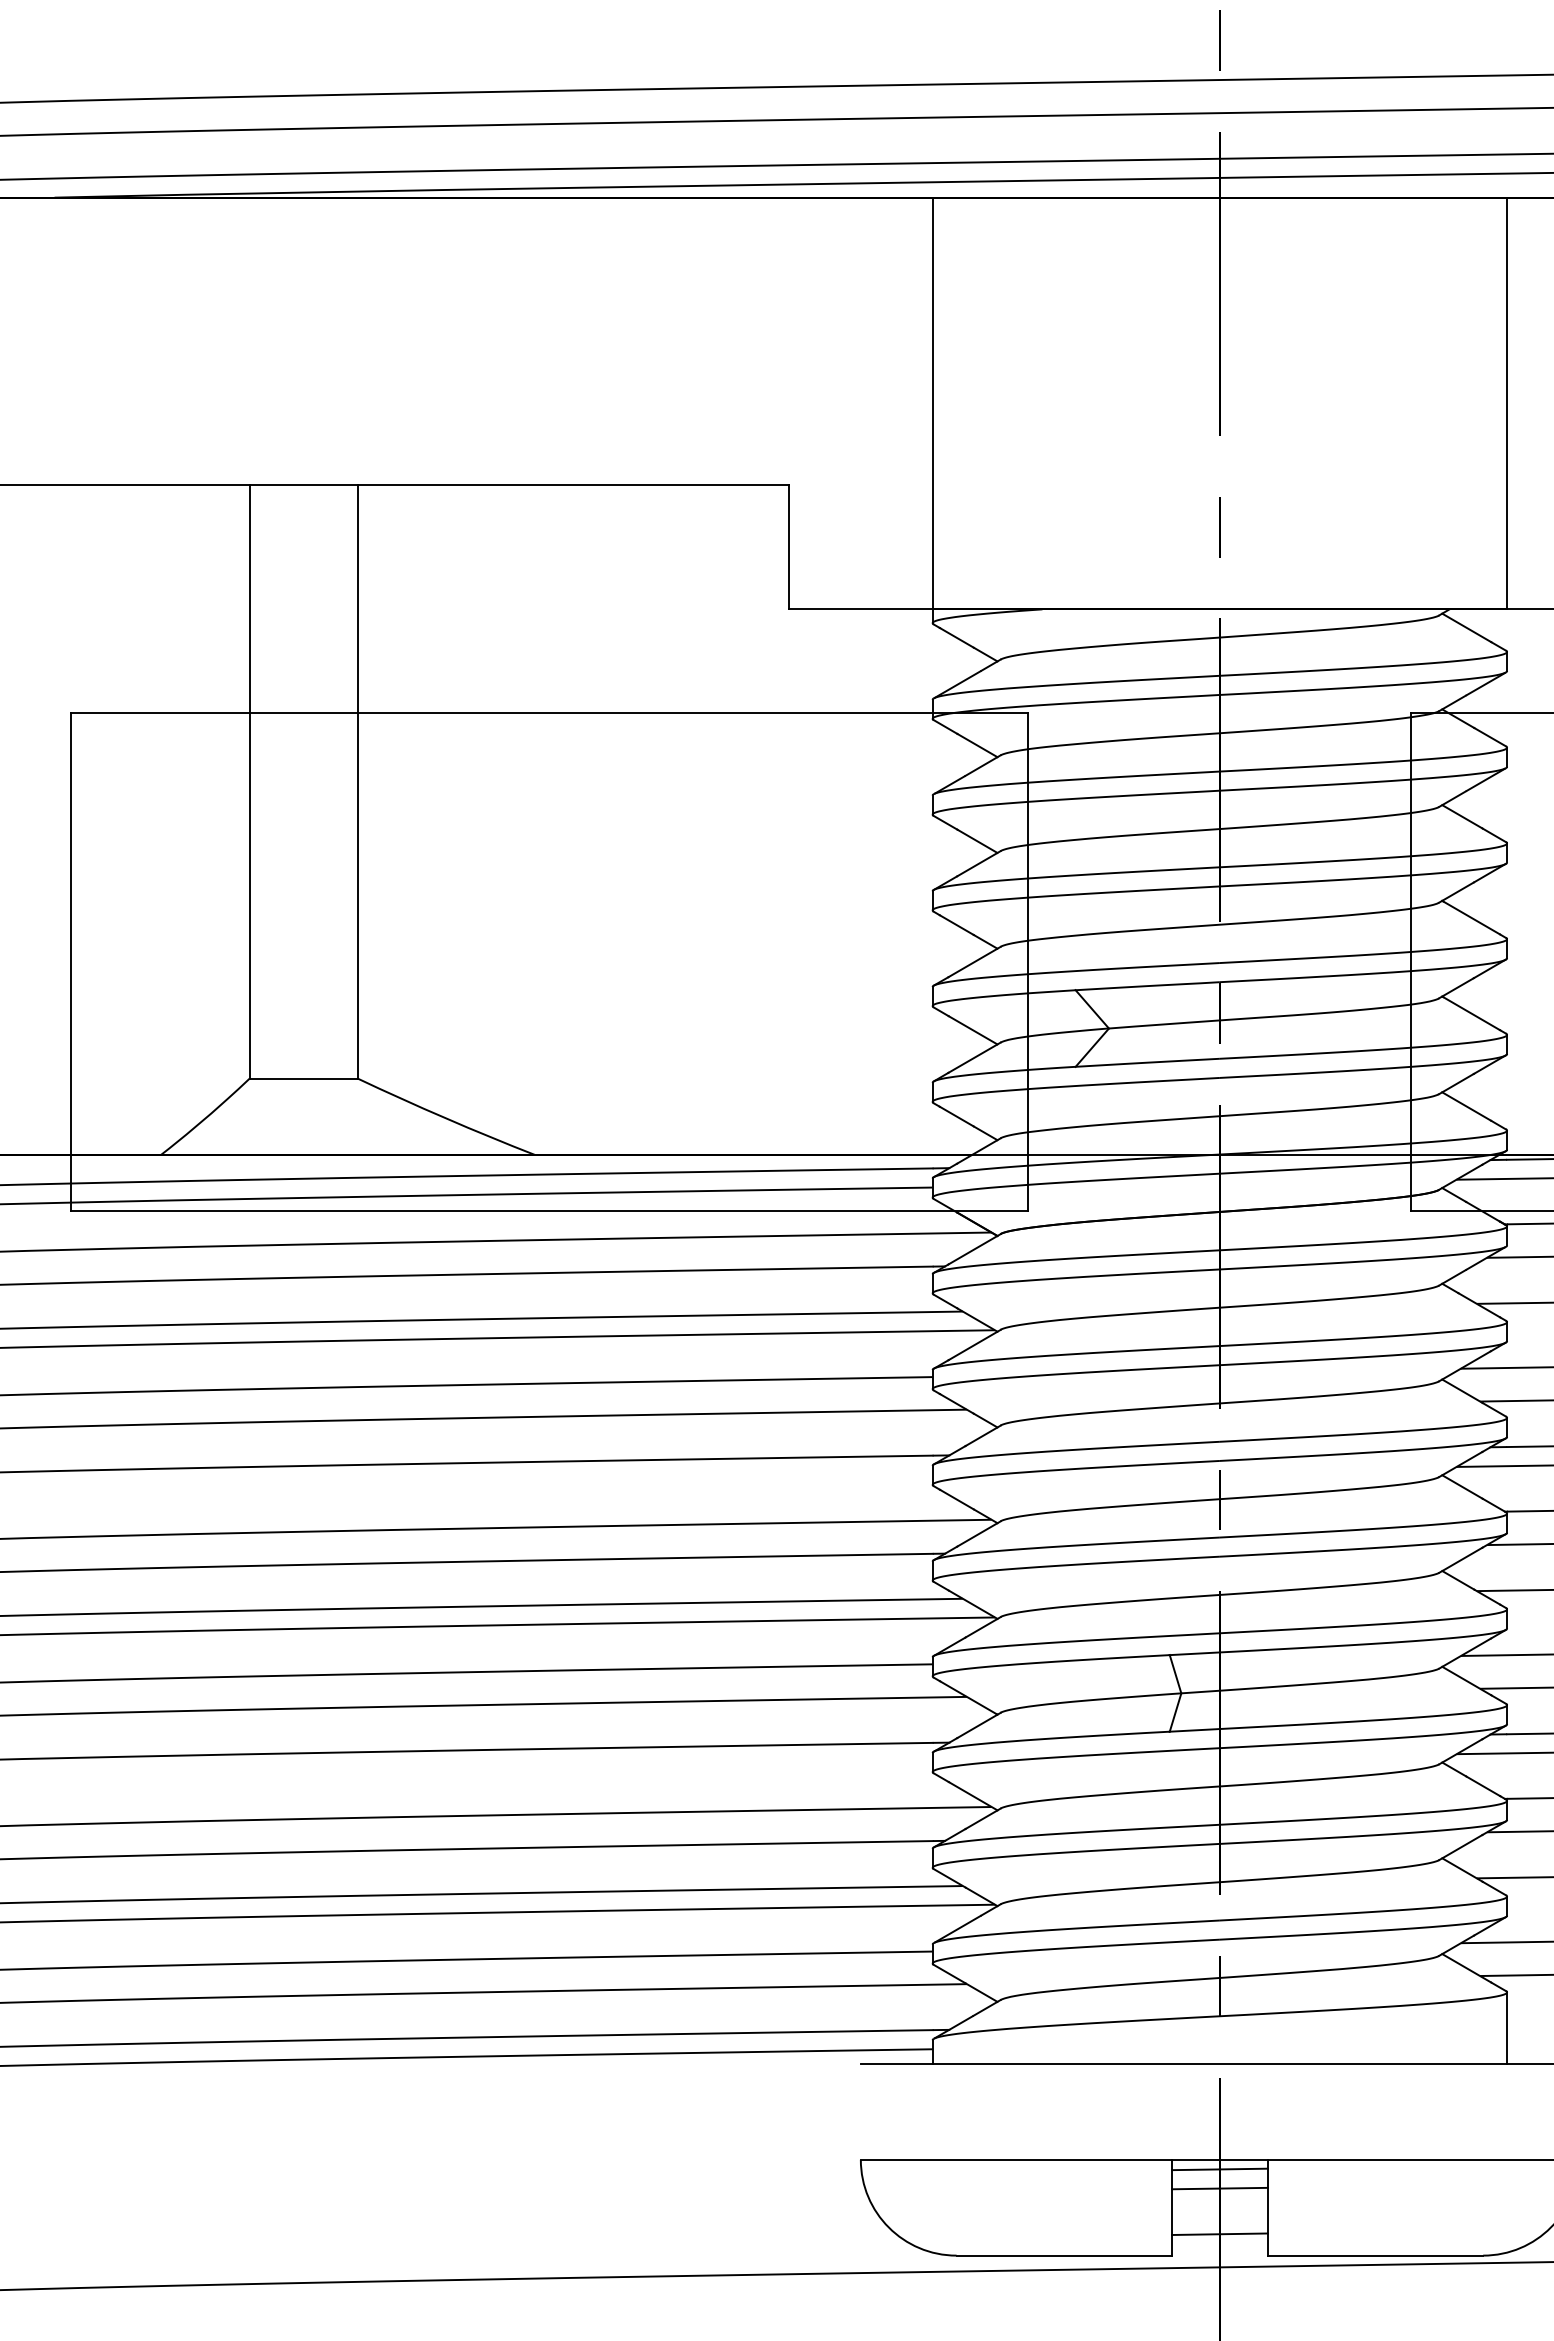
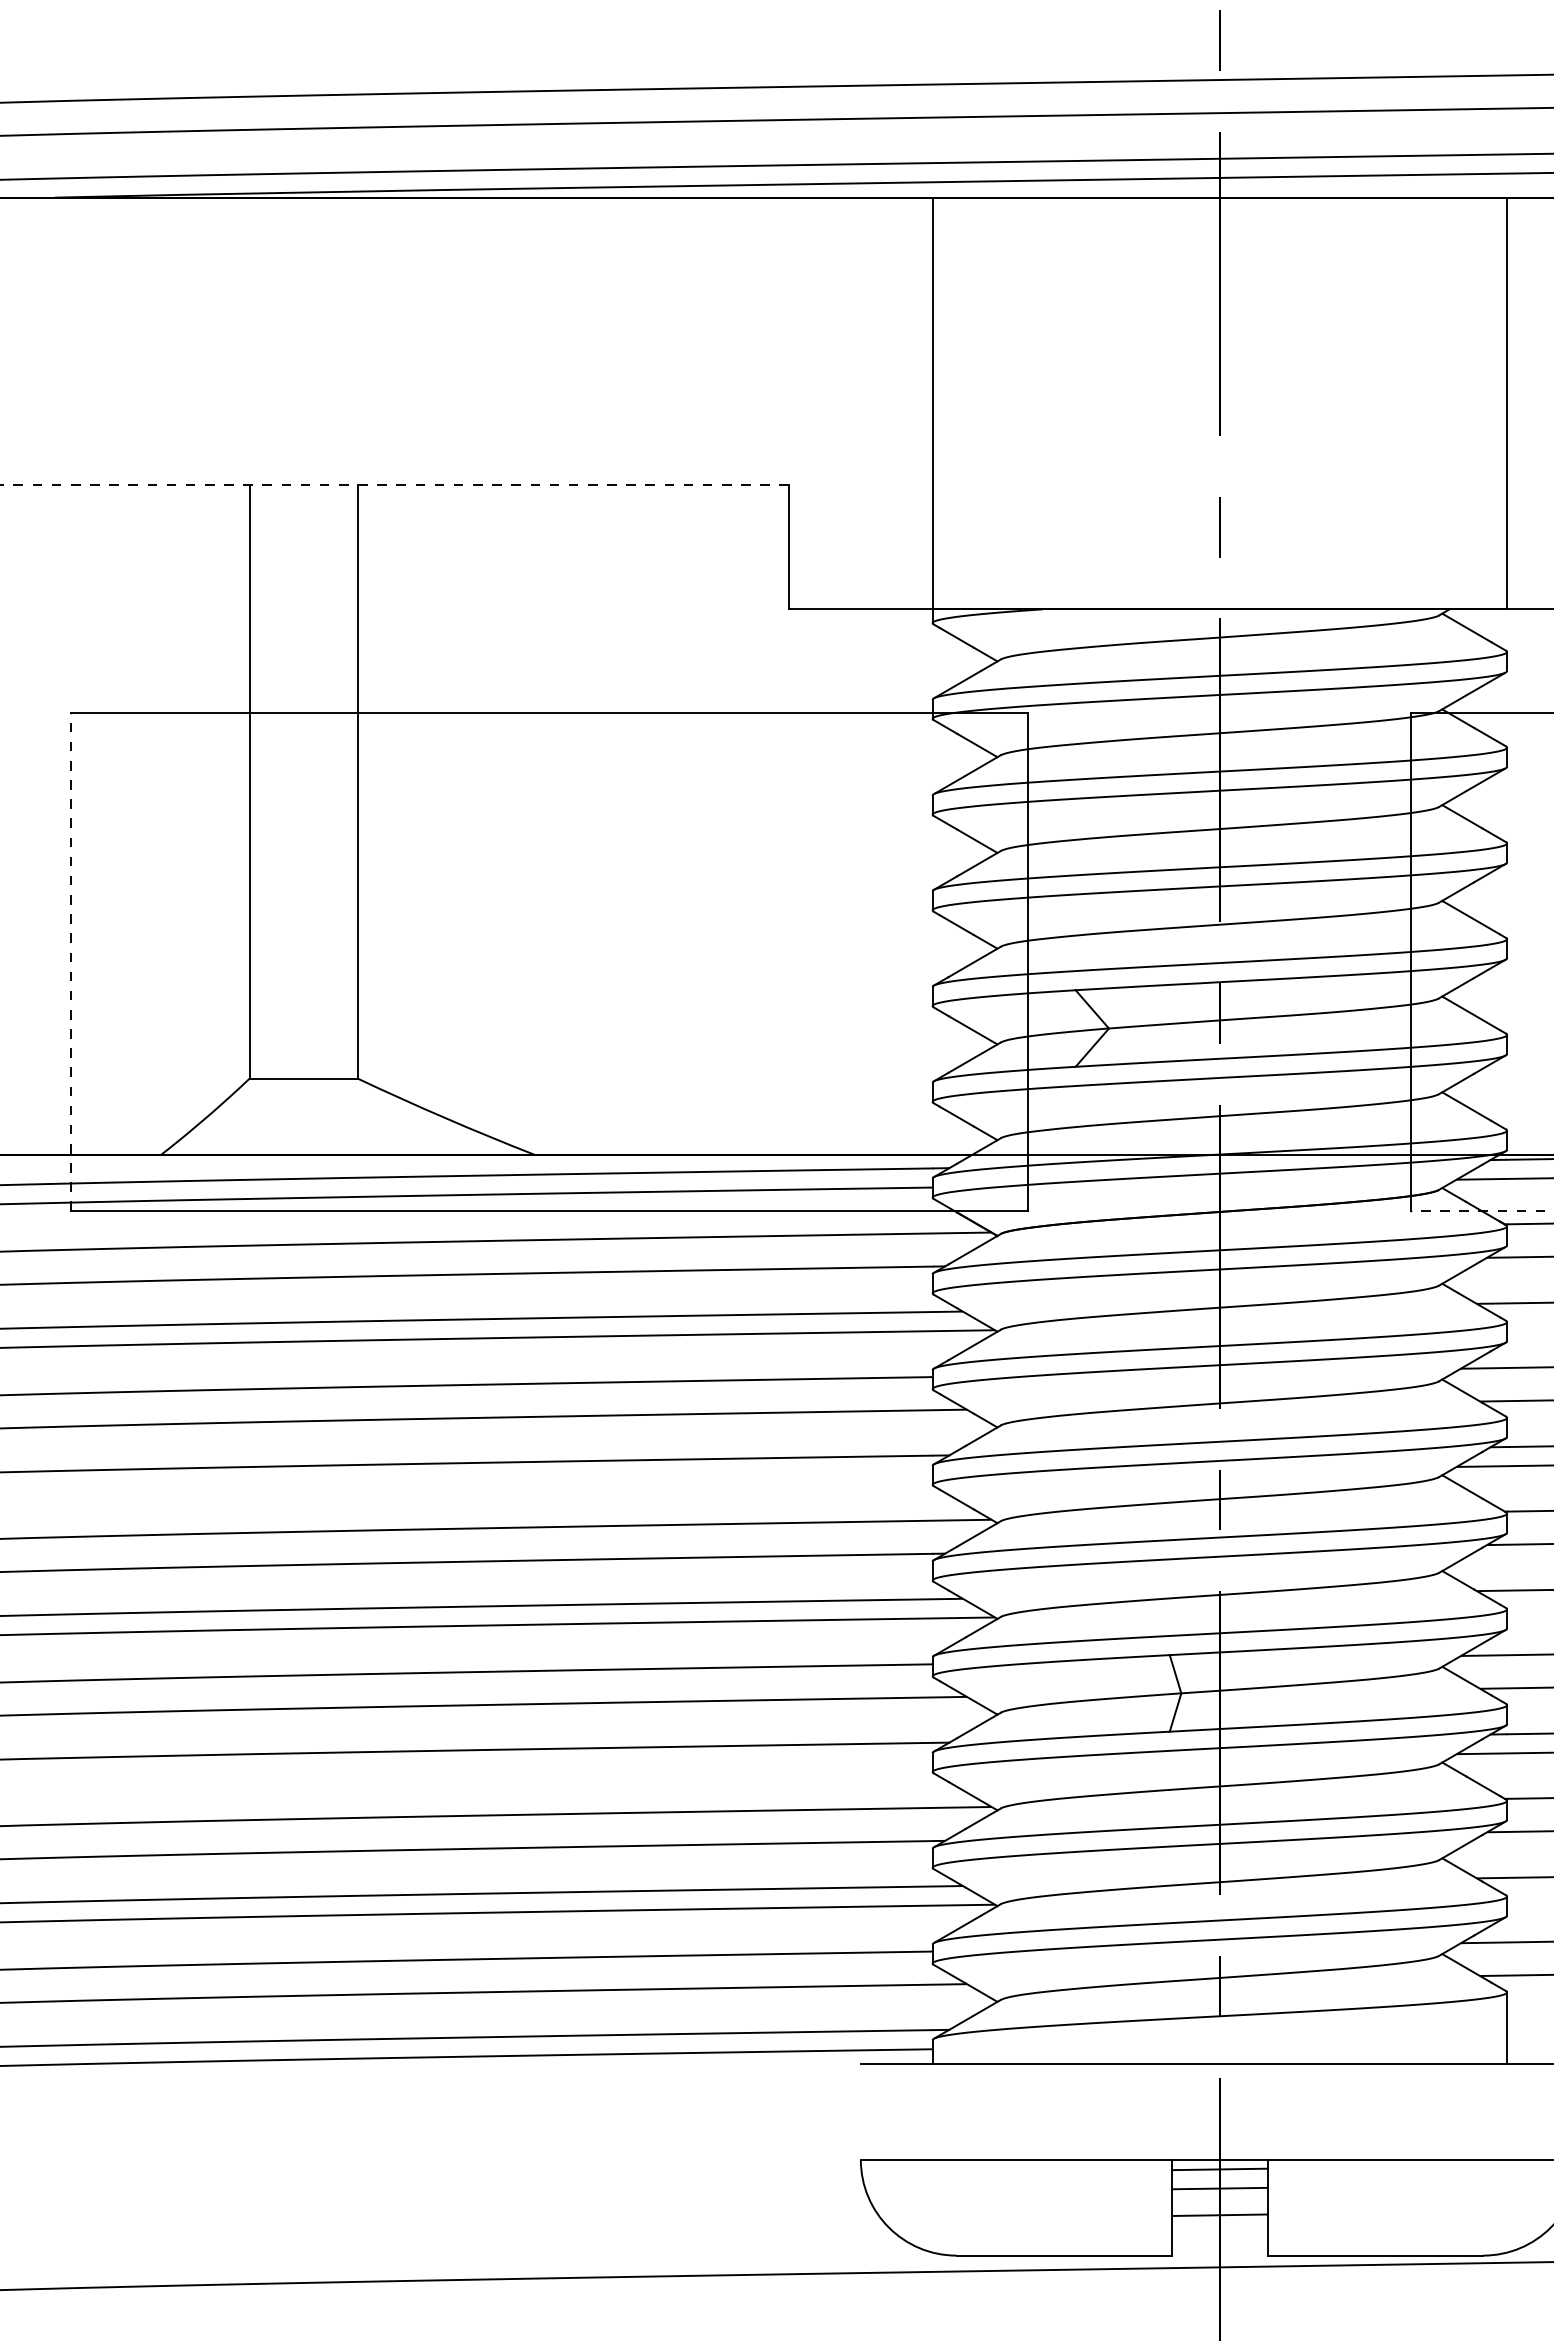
line at (395, 484): solid -> dashed
line at (70, 962): solid -> dashed
line at (1482, 1211): solid -> dashed
line at (1219, 2234) position: (1219, 2234) -> (1219, 2215)
